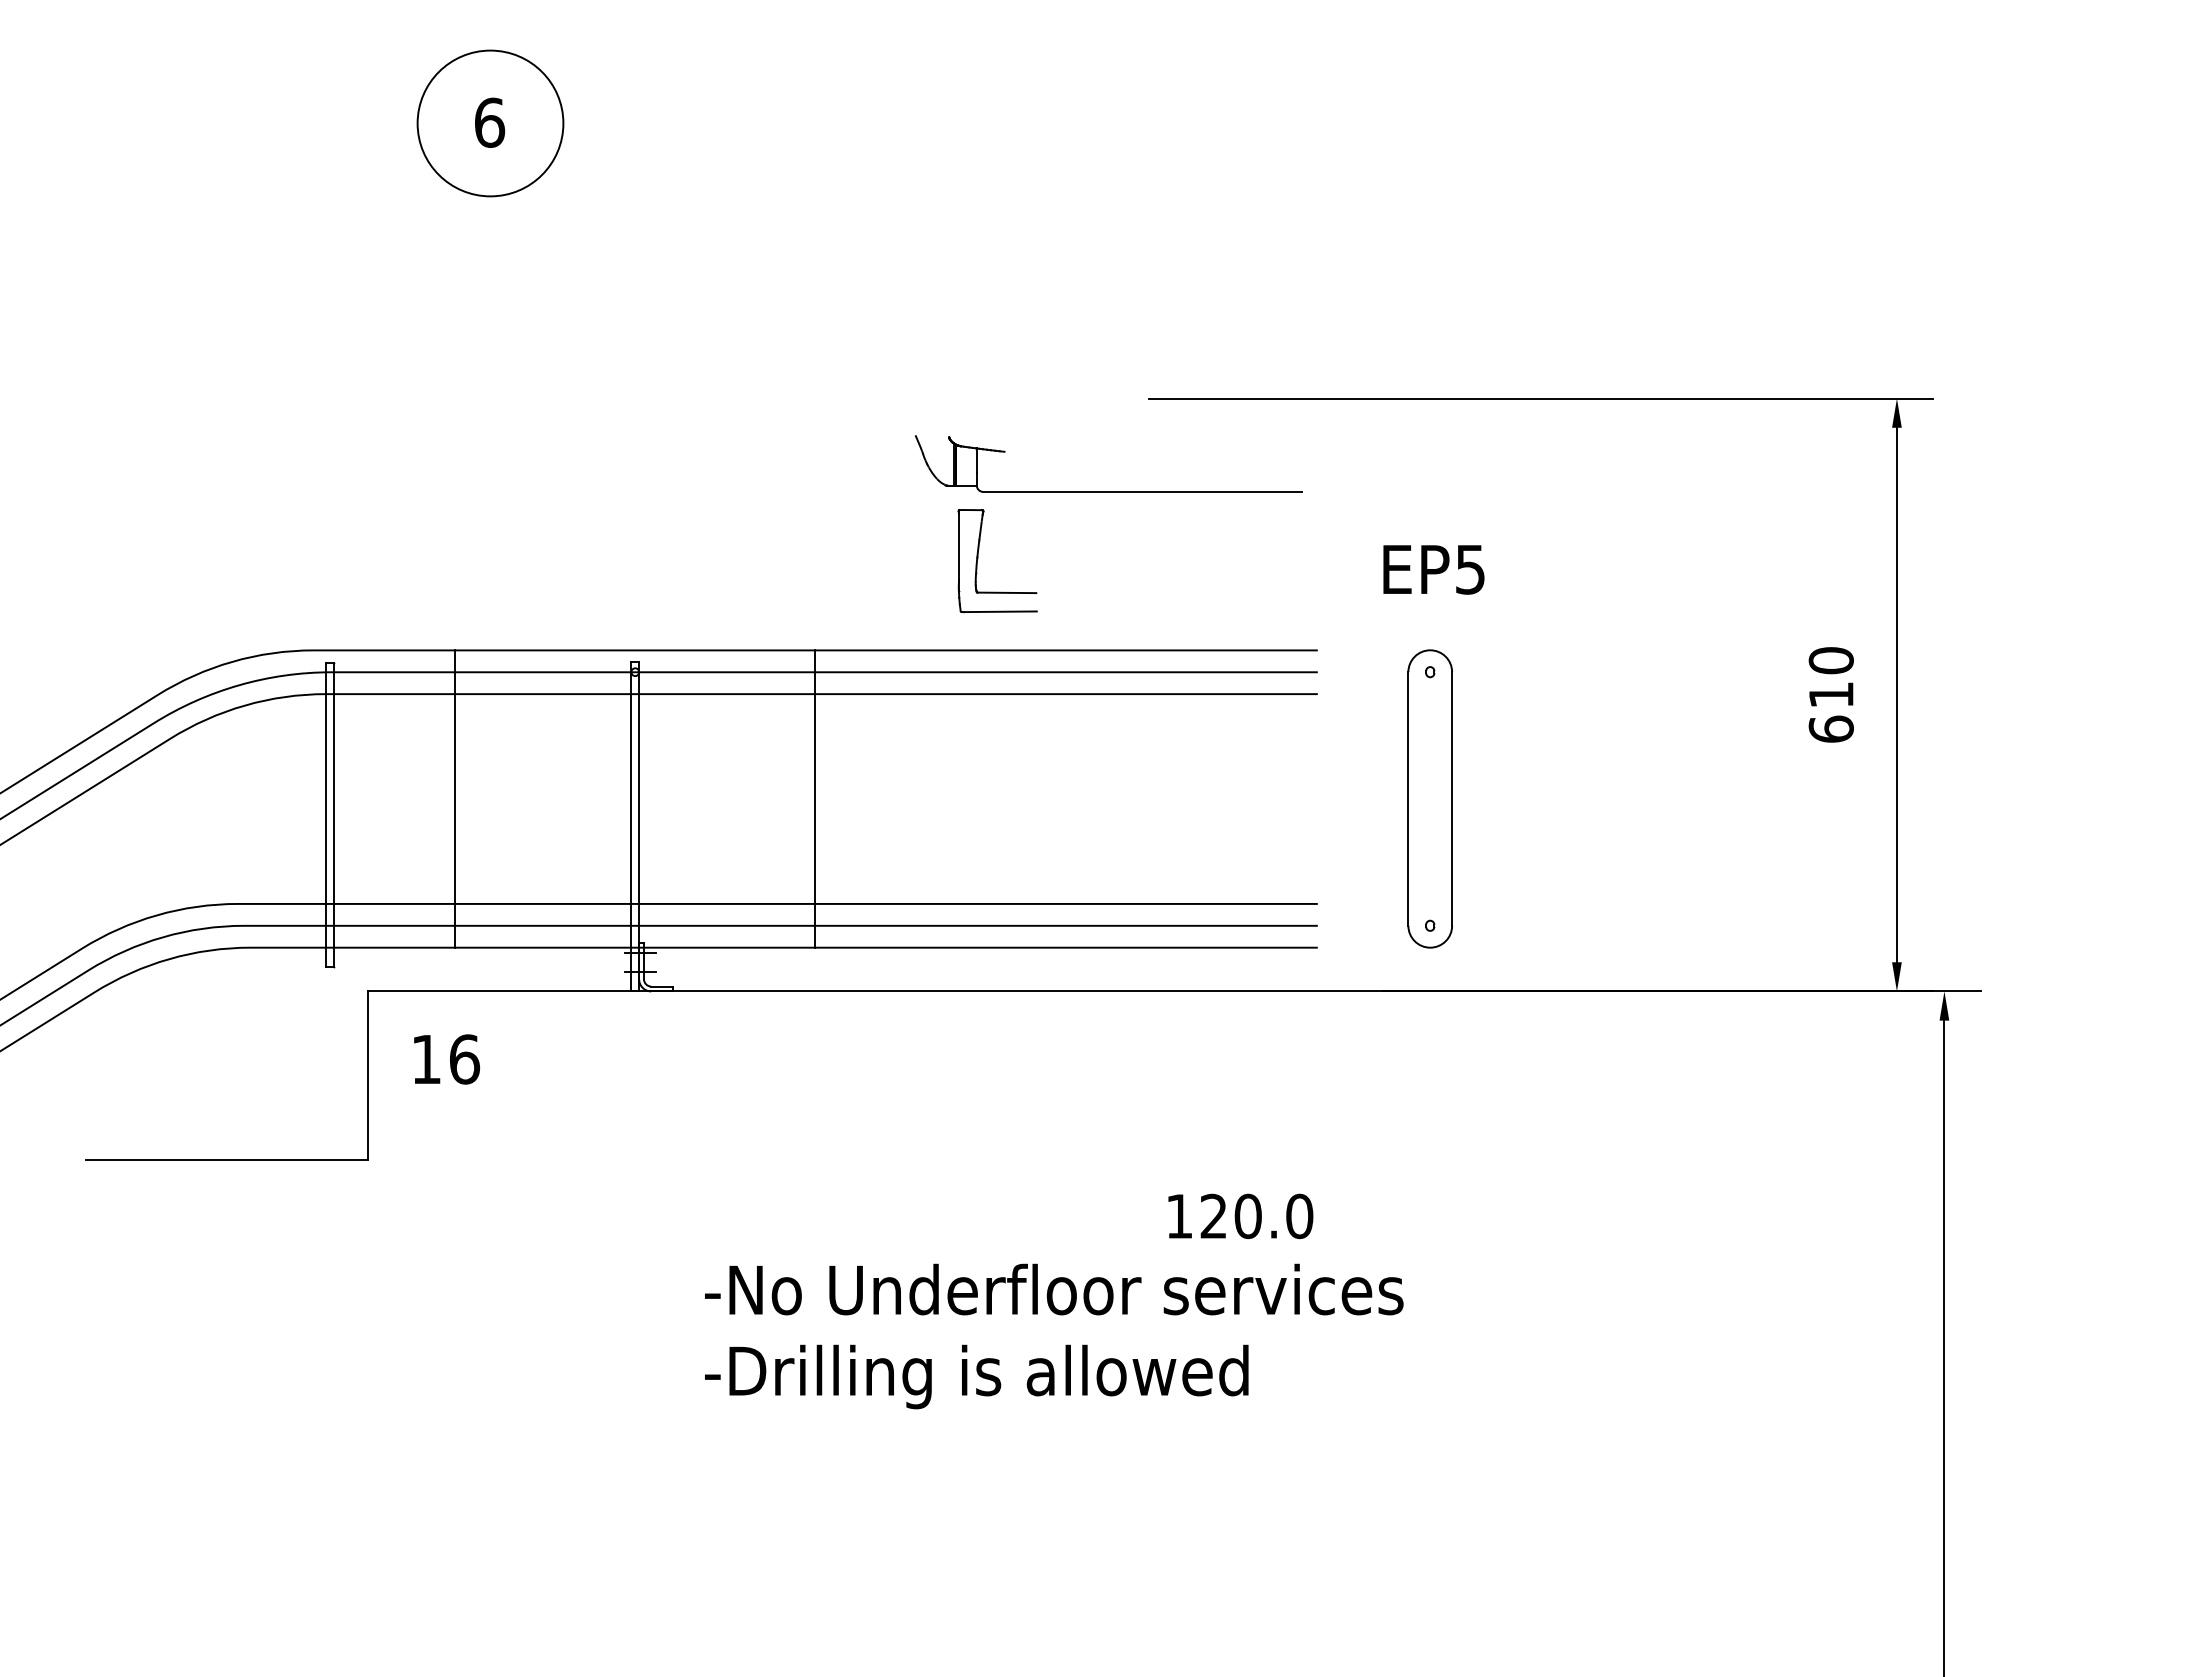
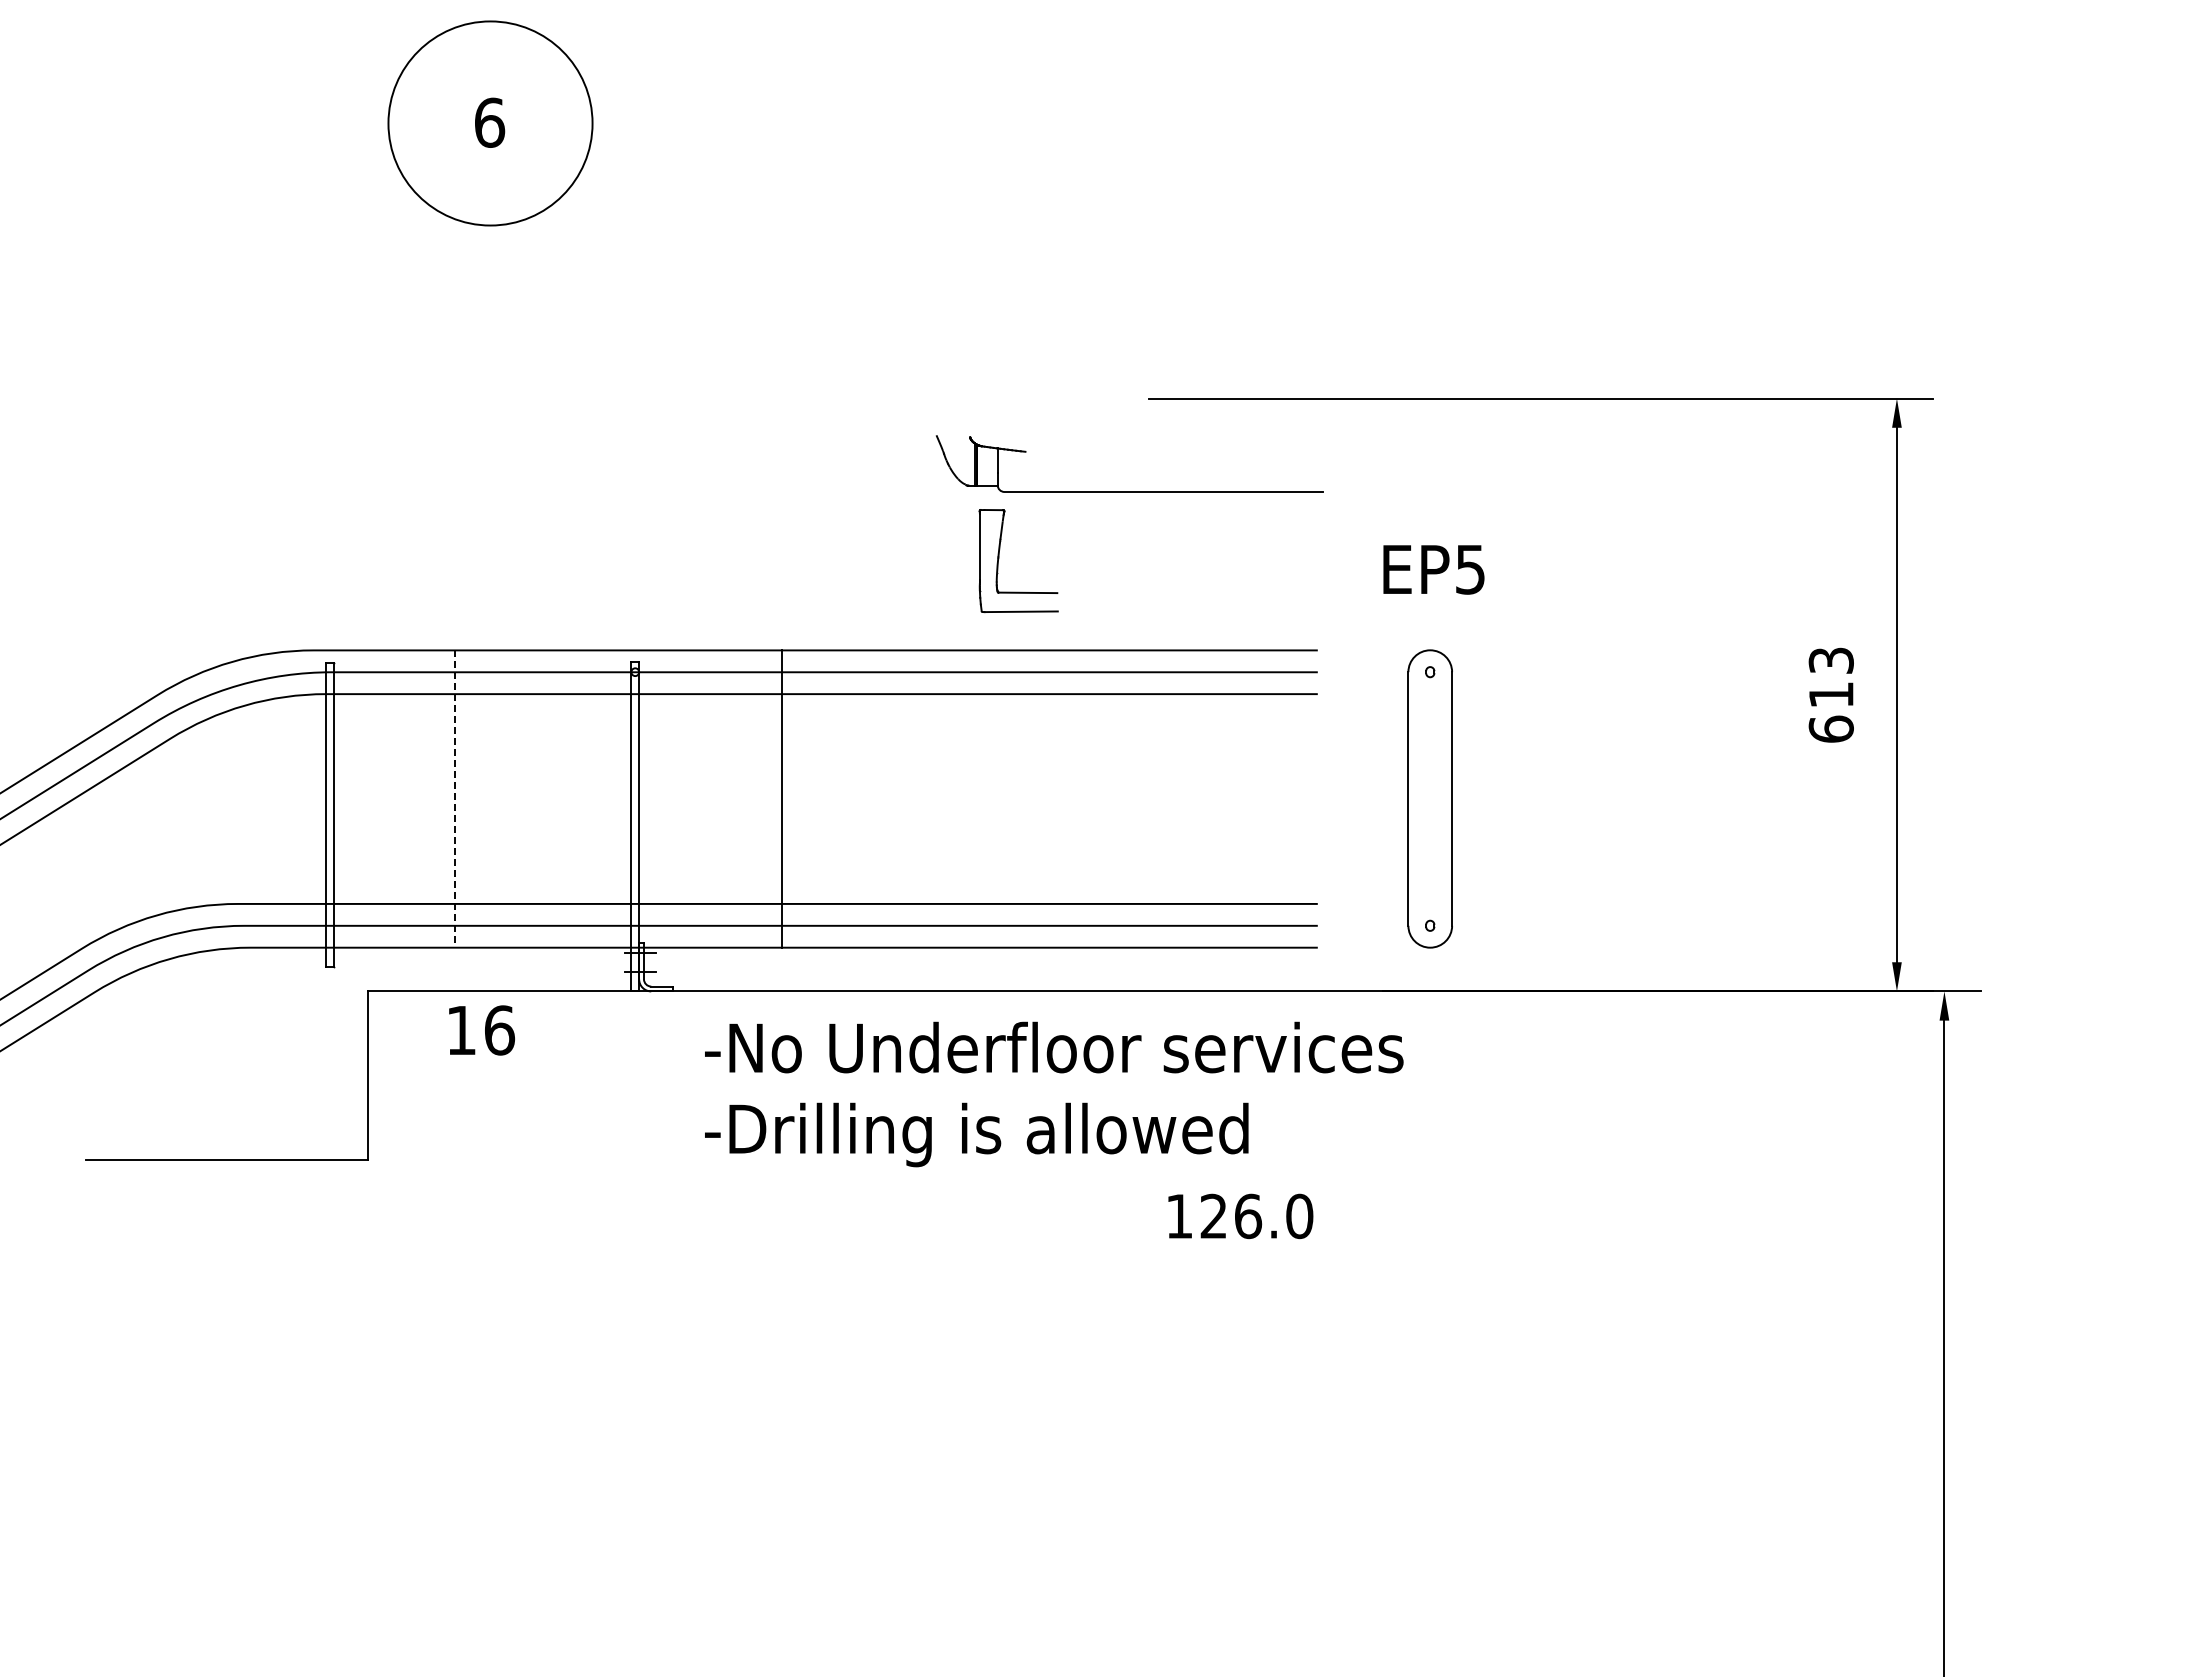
circle at (490, 123) diameter: 146 px -> 204 px
part at (1108, 492) position: (1108, 492) -> (1129, 492)
text at (1830, 660): 610 -> 613
line at (815, 798) position: (815, 798) -> (782, 798)
line at (455, 799): solid -> dashed
text at (446, 1059) position: (446, 1059) -> (481, 1030)
text at (1248, 1215): 120.0 -> 126.0
text at (1054, 1336) position: (1054, 1336) -> (1054, 1094)
